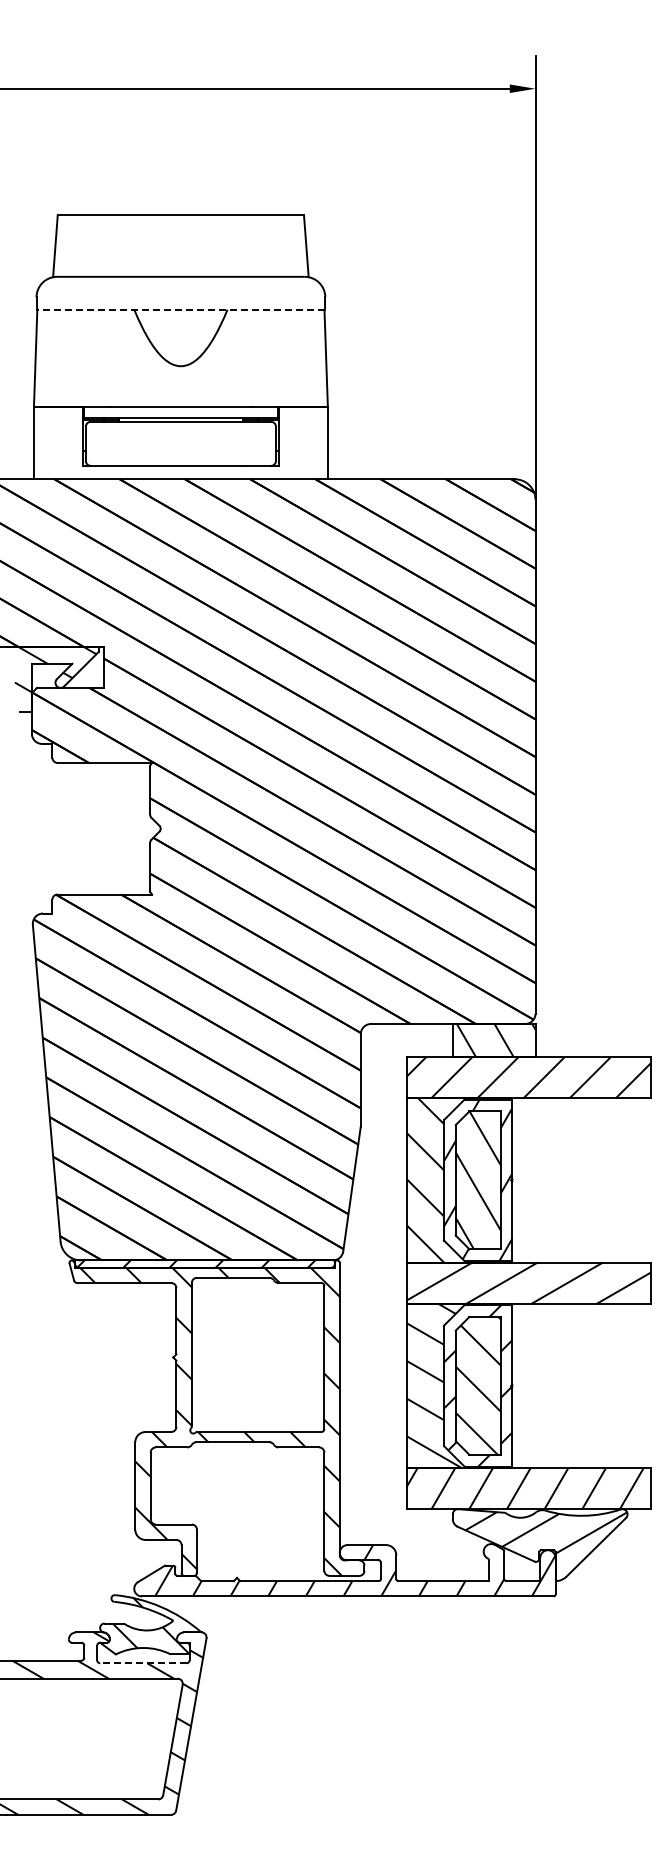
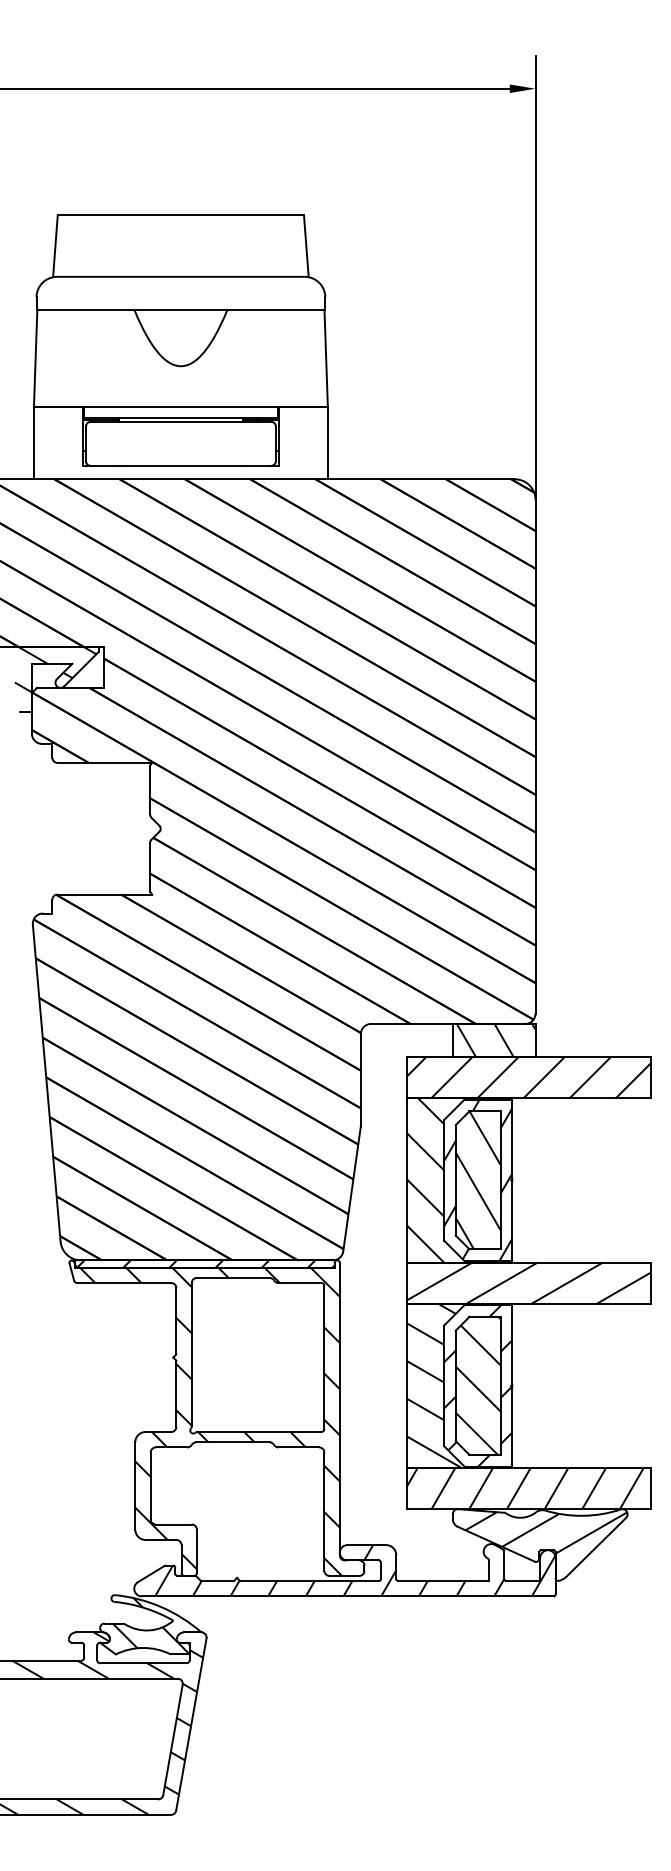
line at (180, 309): dashed -> solid
line at (142, 1663): dashed -> solid
